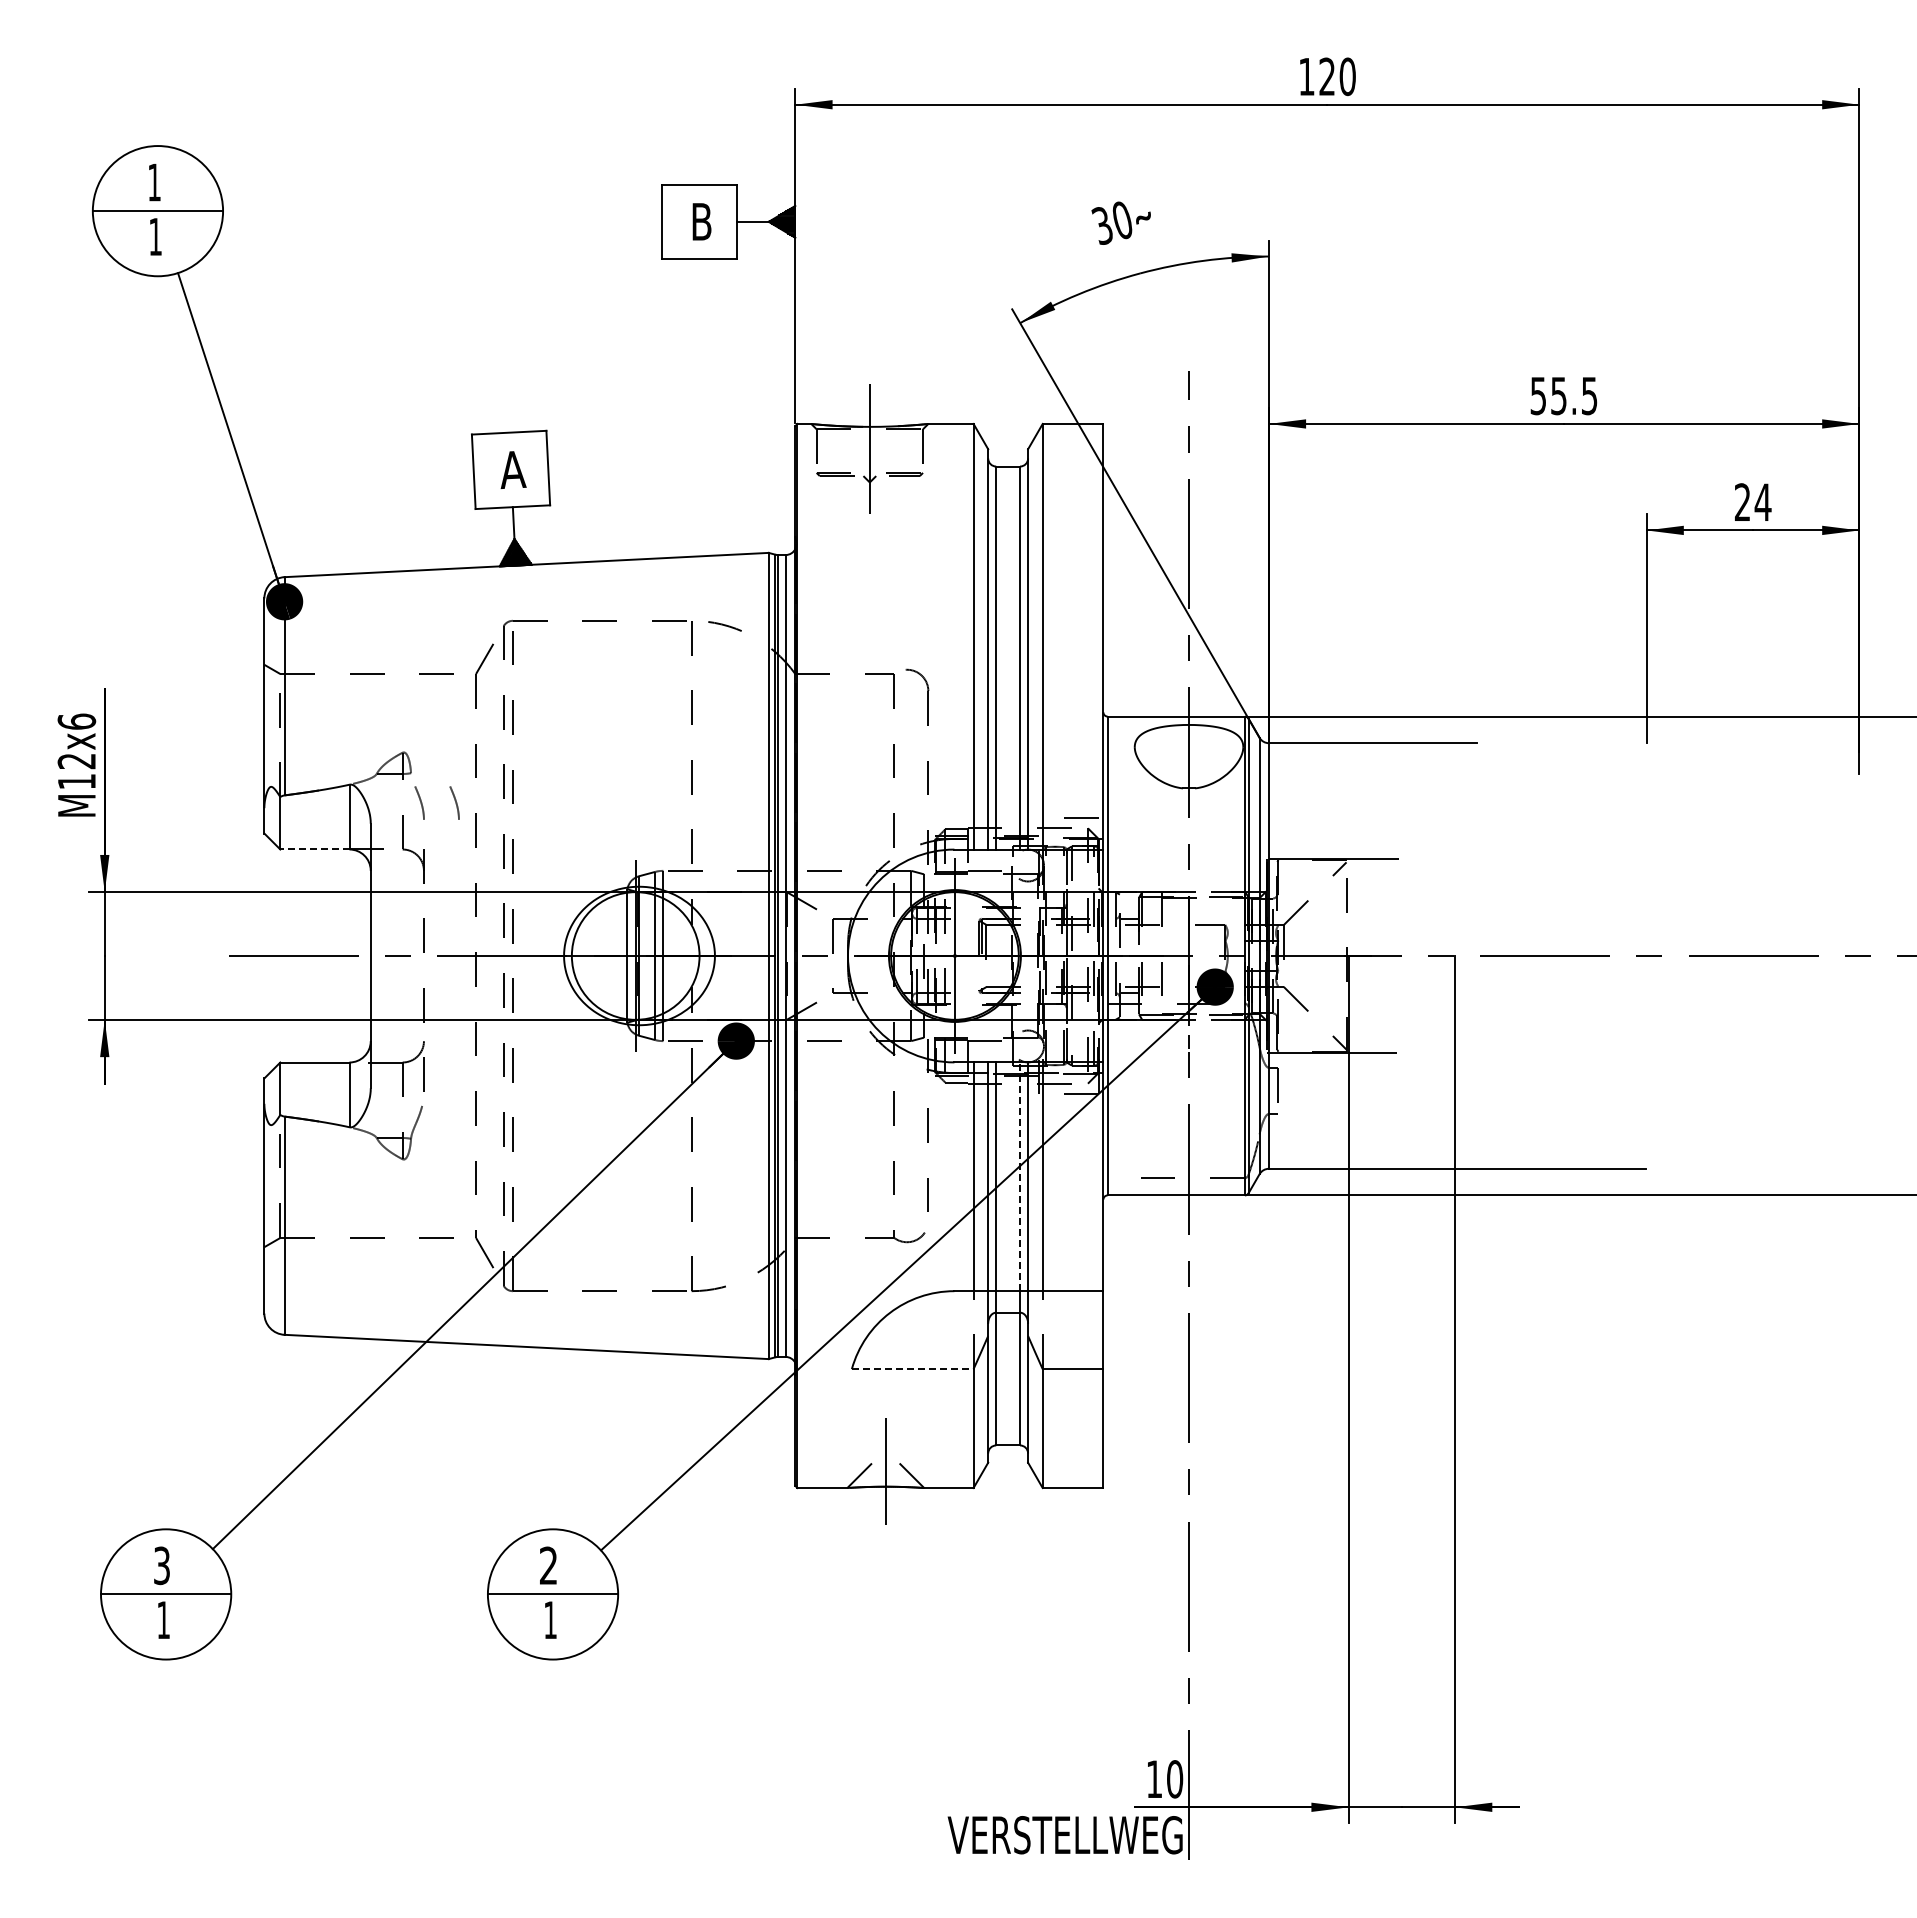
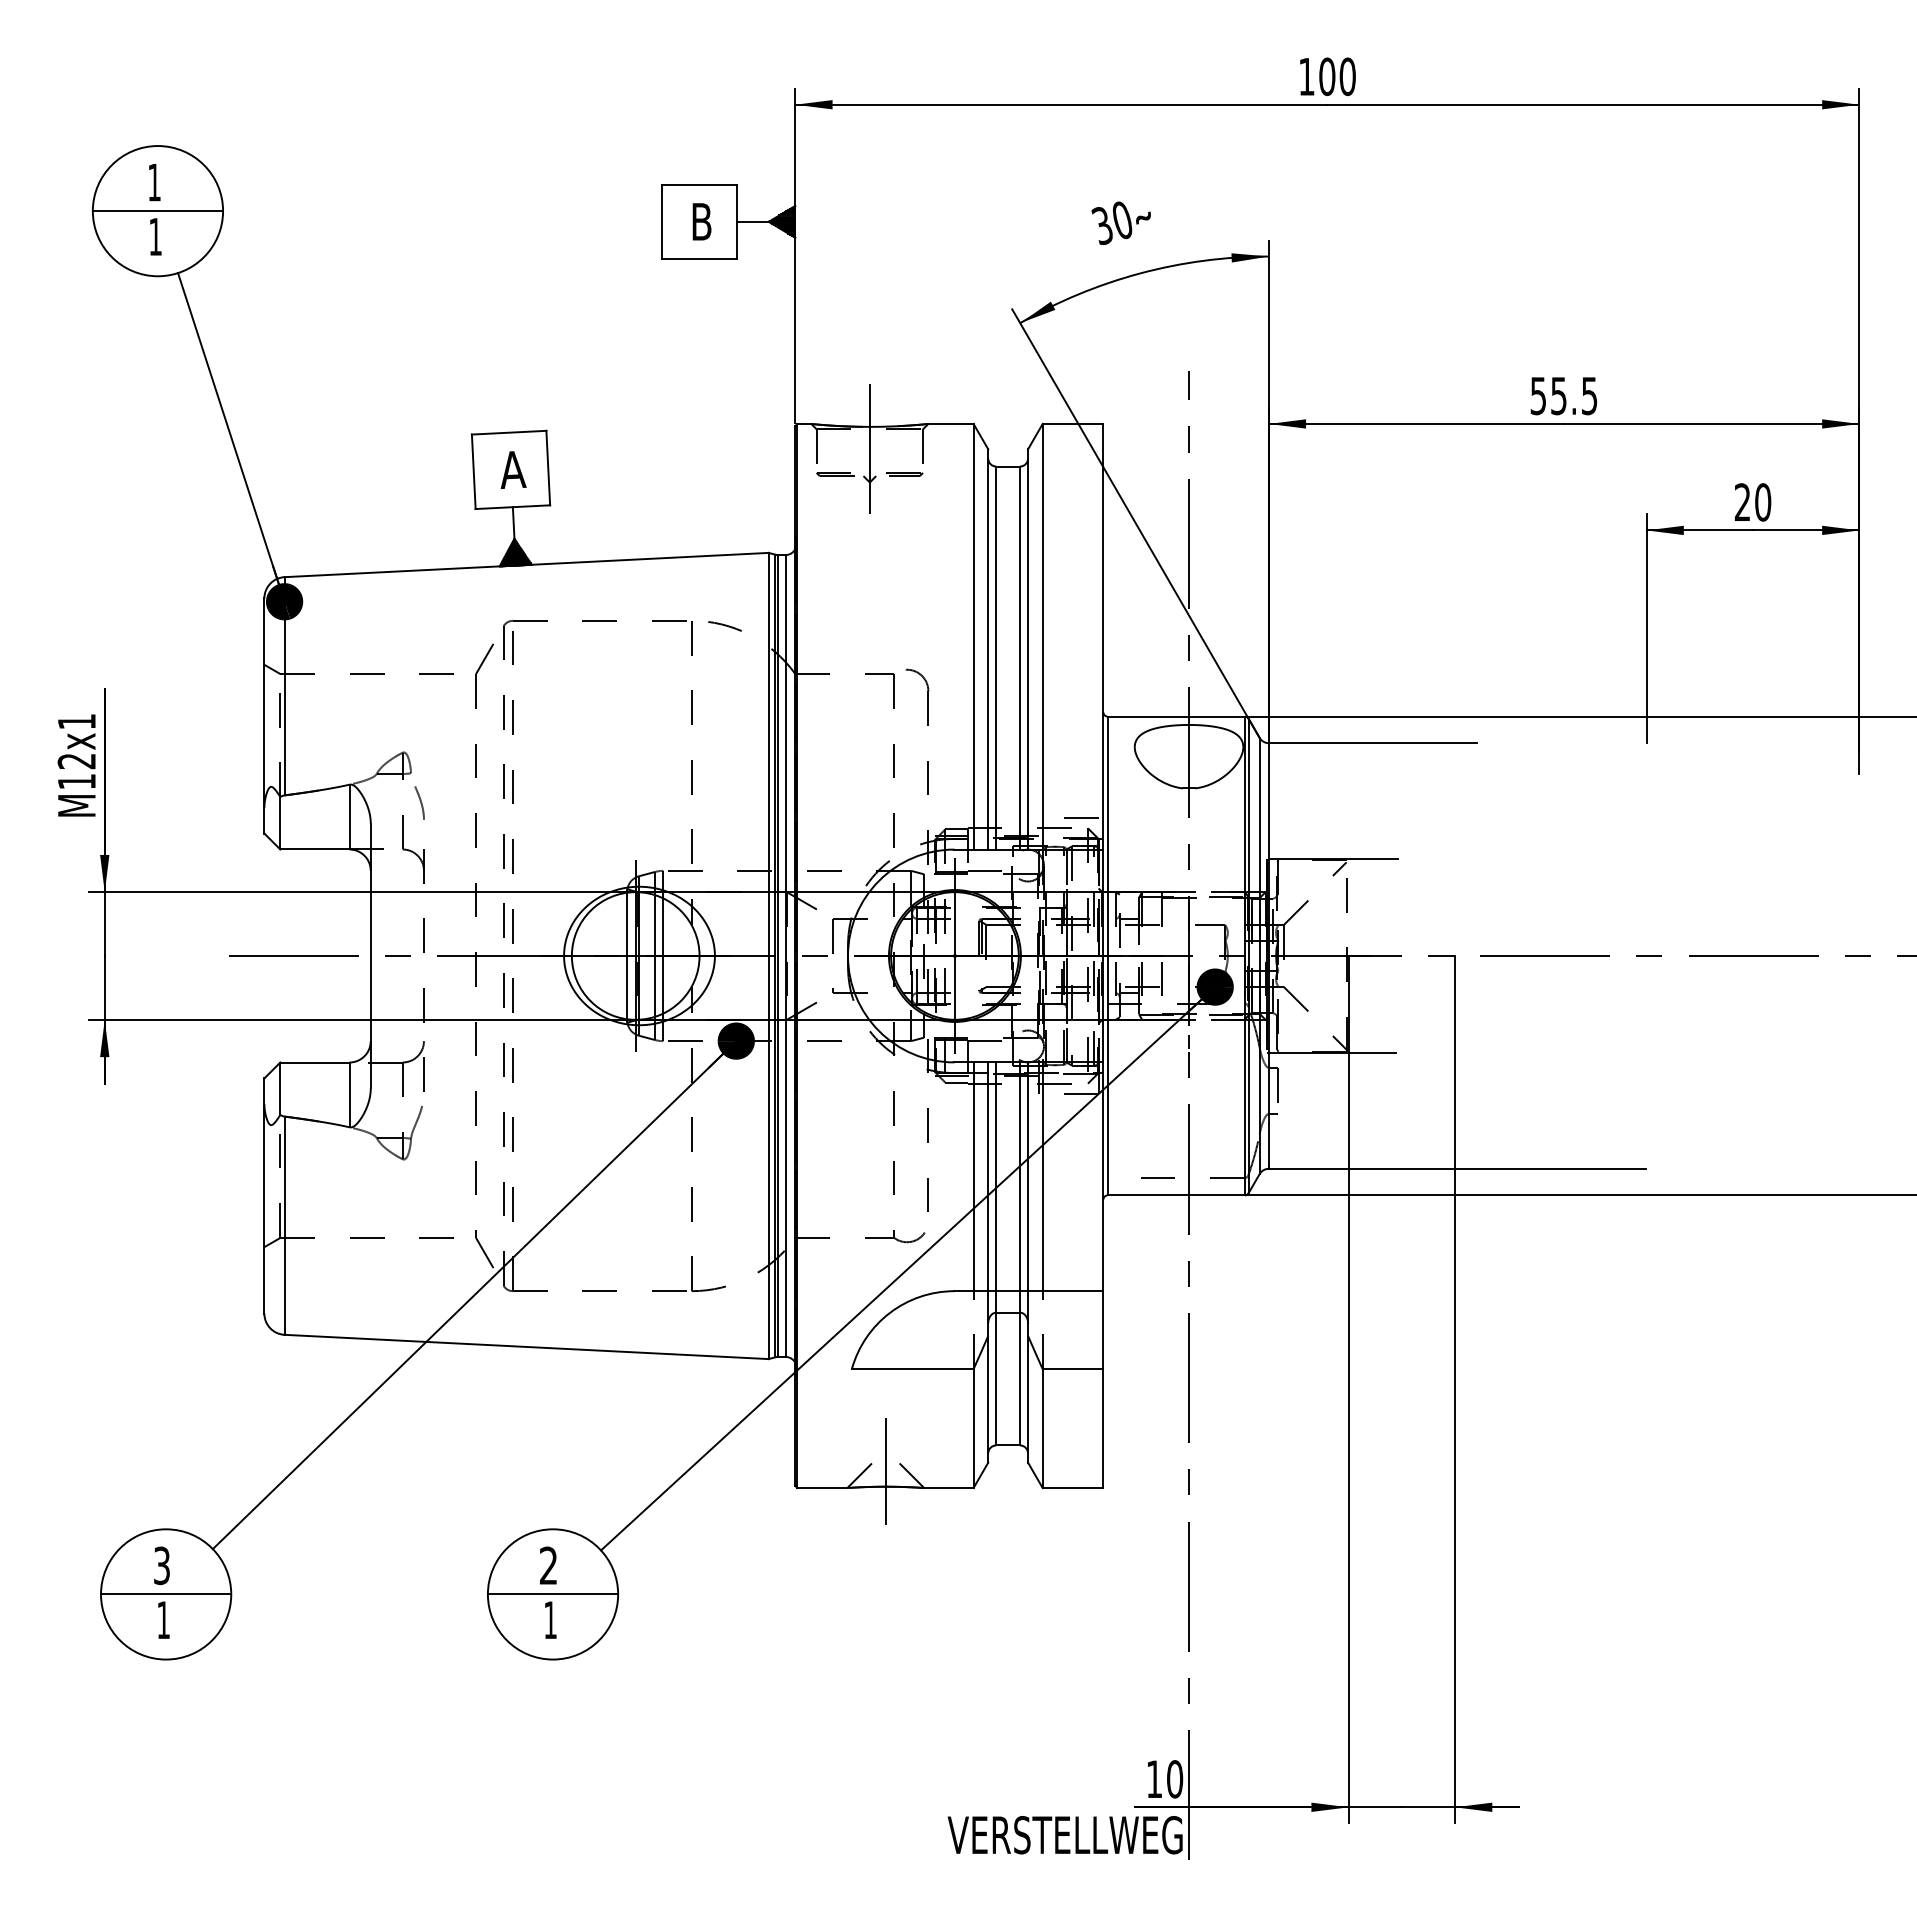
text at (1327, 76): 120 -> 100
text at (1762, 502): 24 -> 20
text at (76, 721): M12x6 -> M12x1
curve at (455, 802): present -> none
line at (314, 849): dashed -> solid
line at (1020, 1176): dashed -> solid
line at (912, 1369): dashed -> solid
